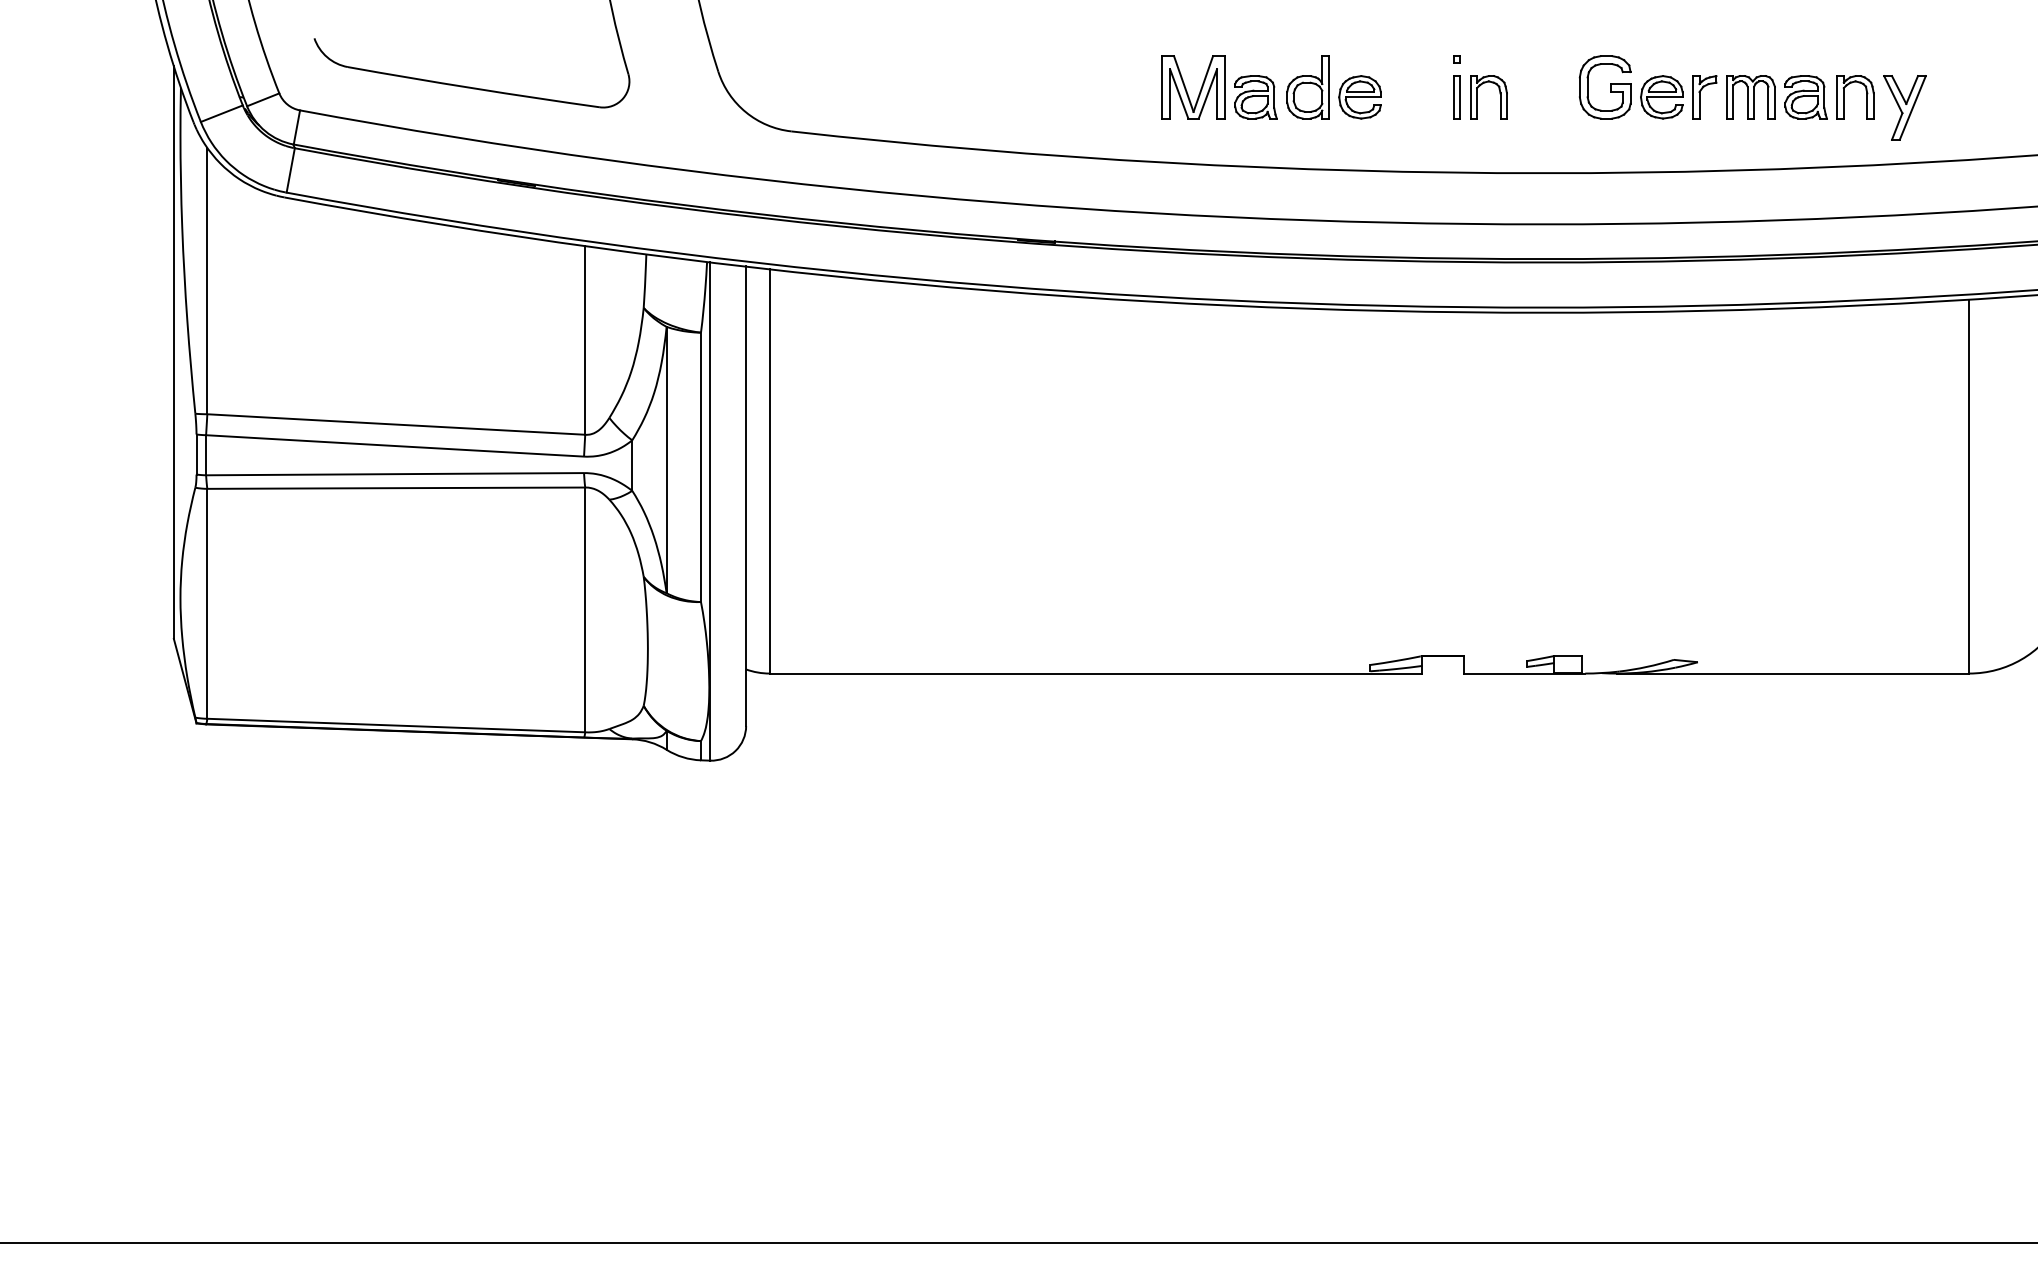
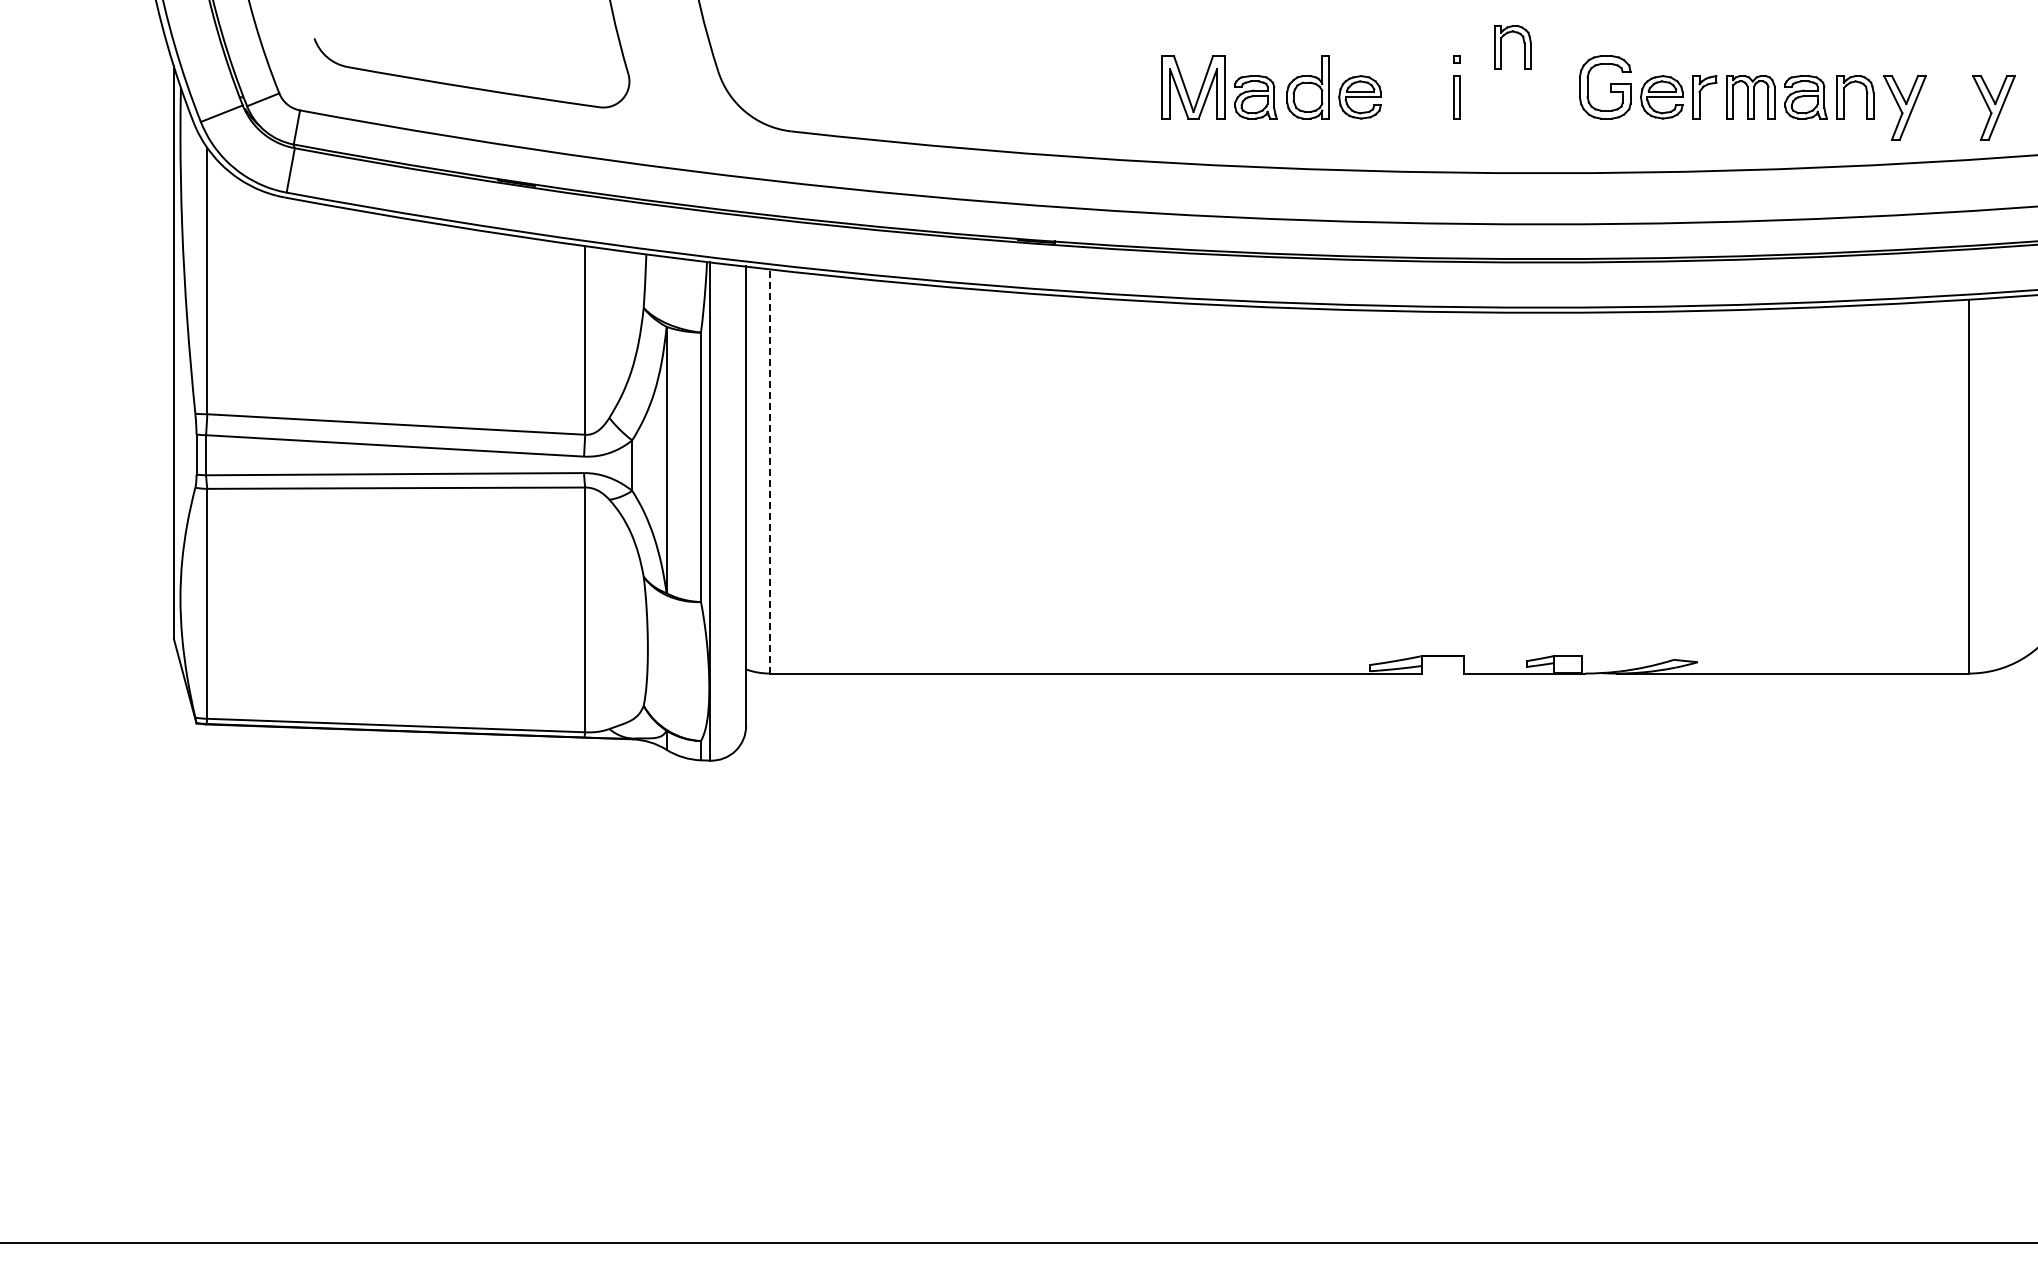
part at (1477, 97) position: (1477, 97) -> (1501, 47)
part at (1993, 107): none -> present
line at (769, 470): solid -> dashed
